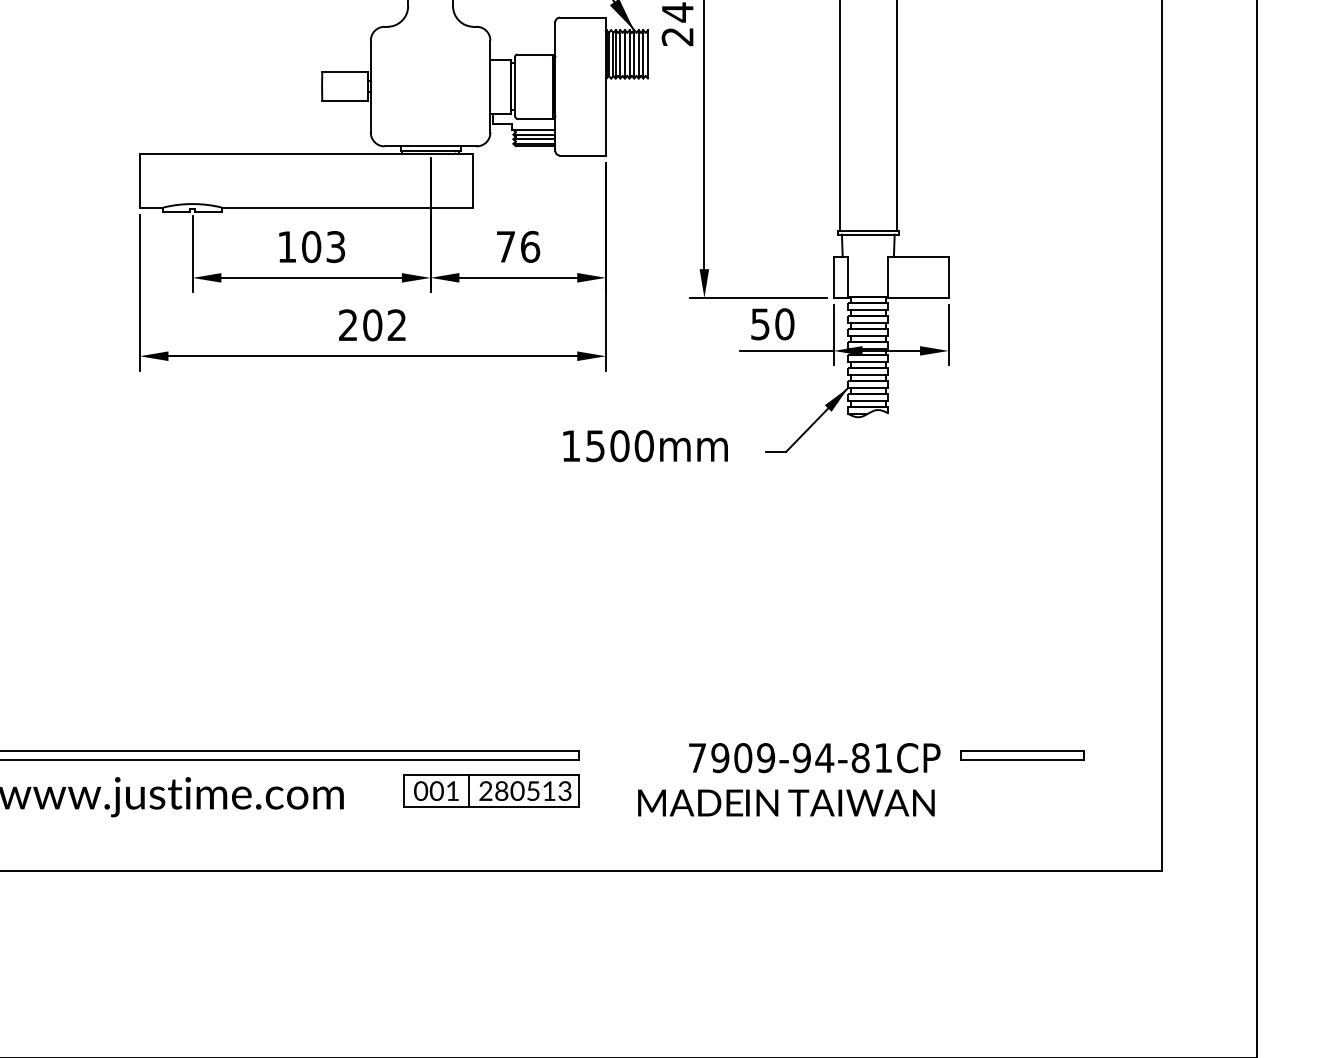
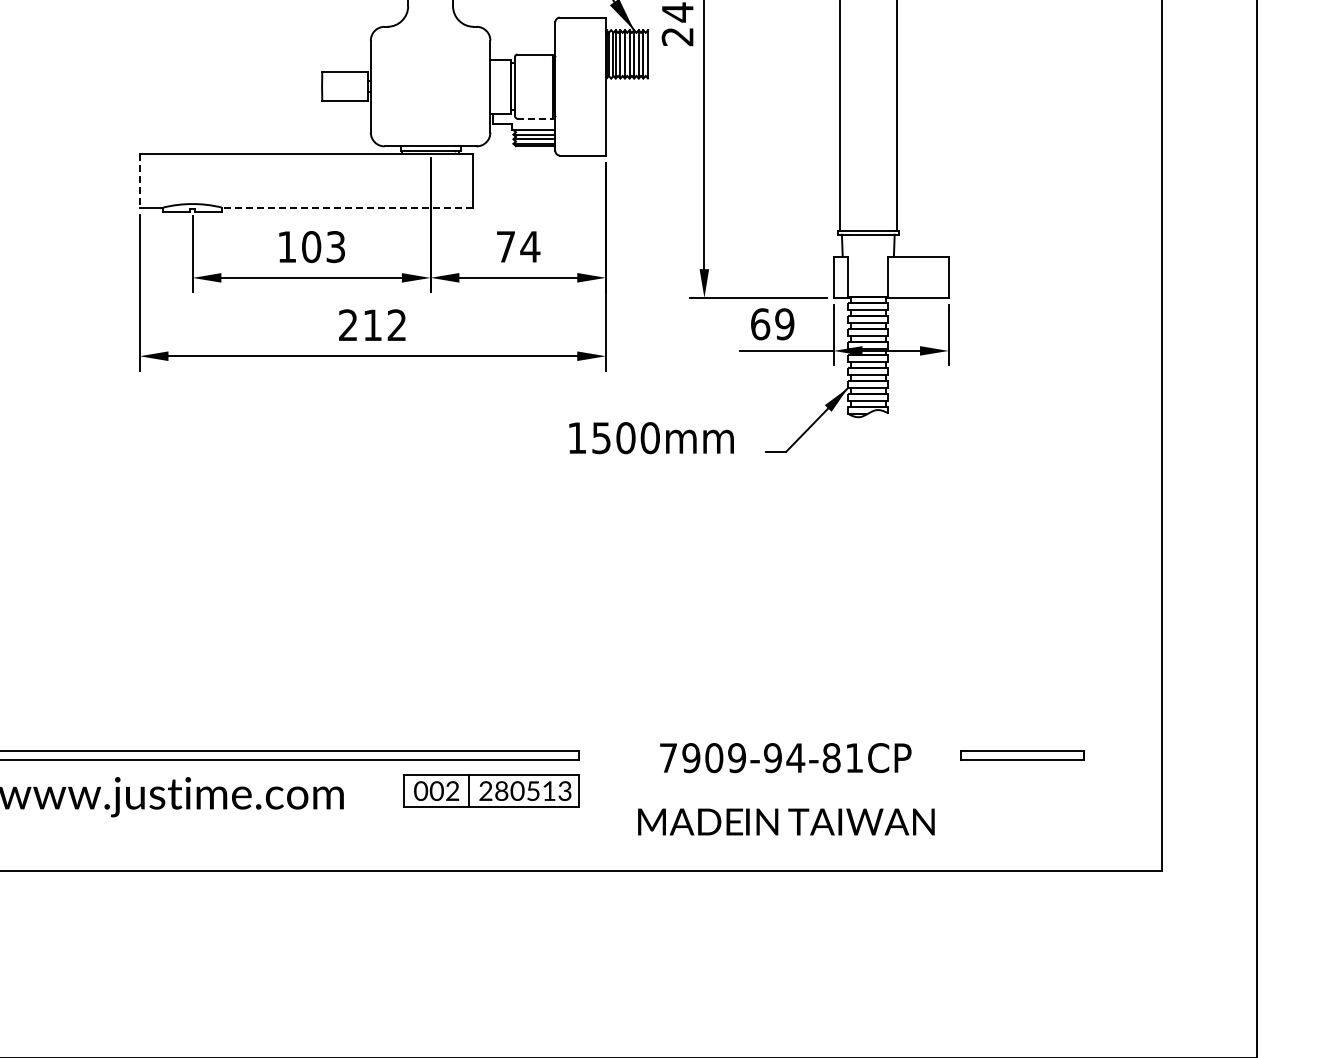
line at (535, 118): solid -> dashed
line at (139, 181): solid -> dashed
line at (347, 207): solid -> dashed
text at (530, 246): 76 -> 74
text at (772, 324): 50 -> 69
text at (372, 325): 202 -> 212
text at (645, 446) position: (645, 446) -> (651, 438)
text at (814, 758) position: (814, 758) -> (785, 758)
text at (452, 790): 001 -> 002
text at (786, 802) position: (786, 802) -> (786, 821)
